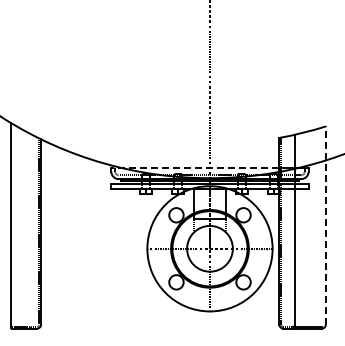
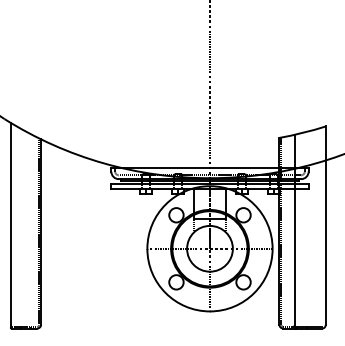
line at (194, 167): dashed -> solid
line at (325, 225): dashed -> solid
